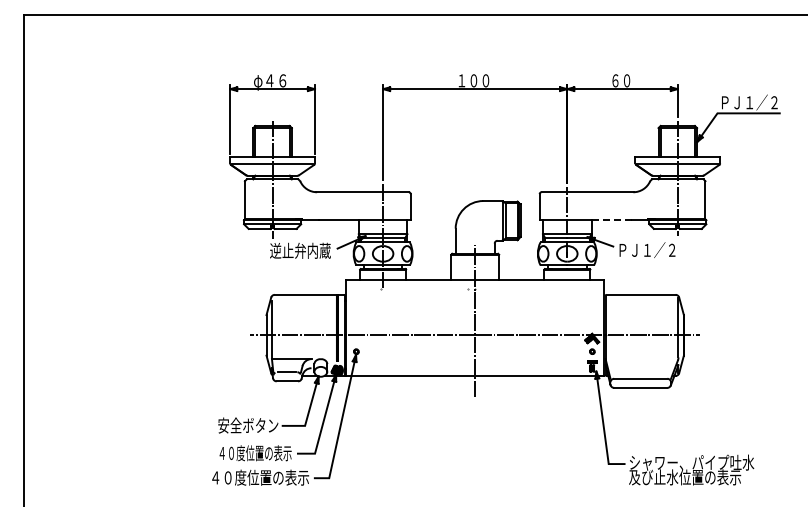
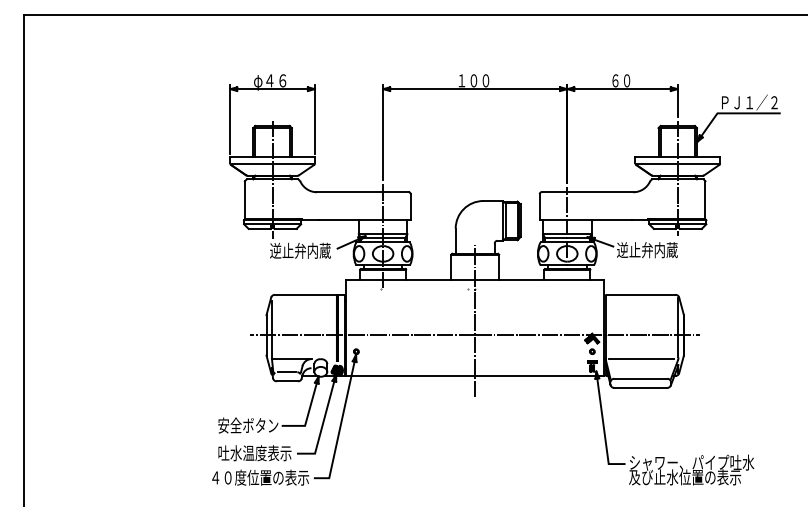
line at (611, 220): dashed -> solid
text at (647, 250): ＰＪ１／２ -> 逆止弁内蔵
line at (641, 359): none -> present
text at (254, 453): ４０度位置の表示 -> 吐水温度表示
